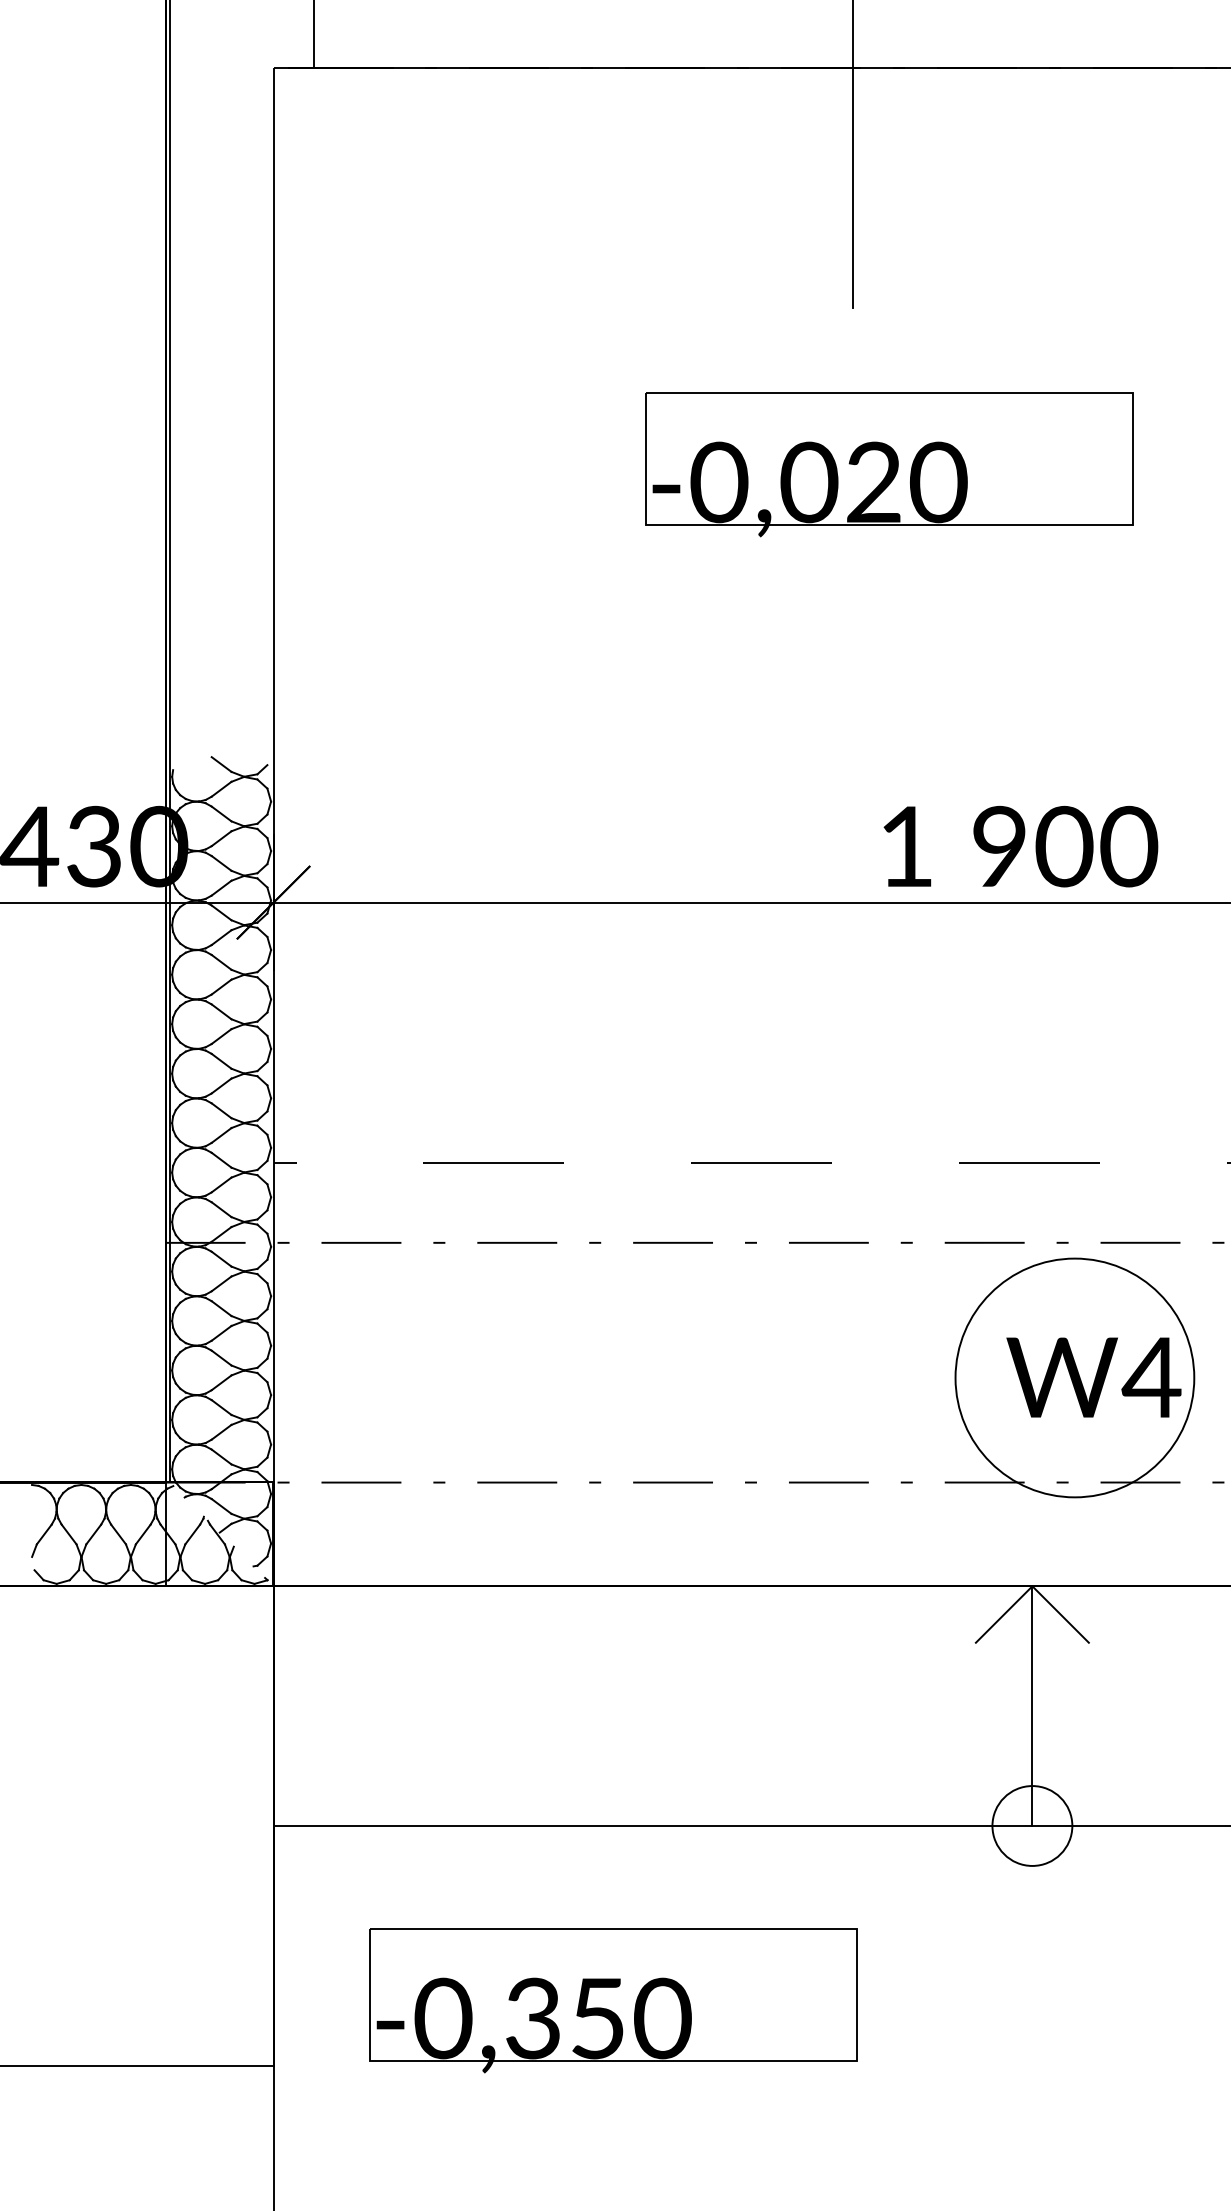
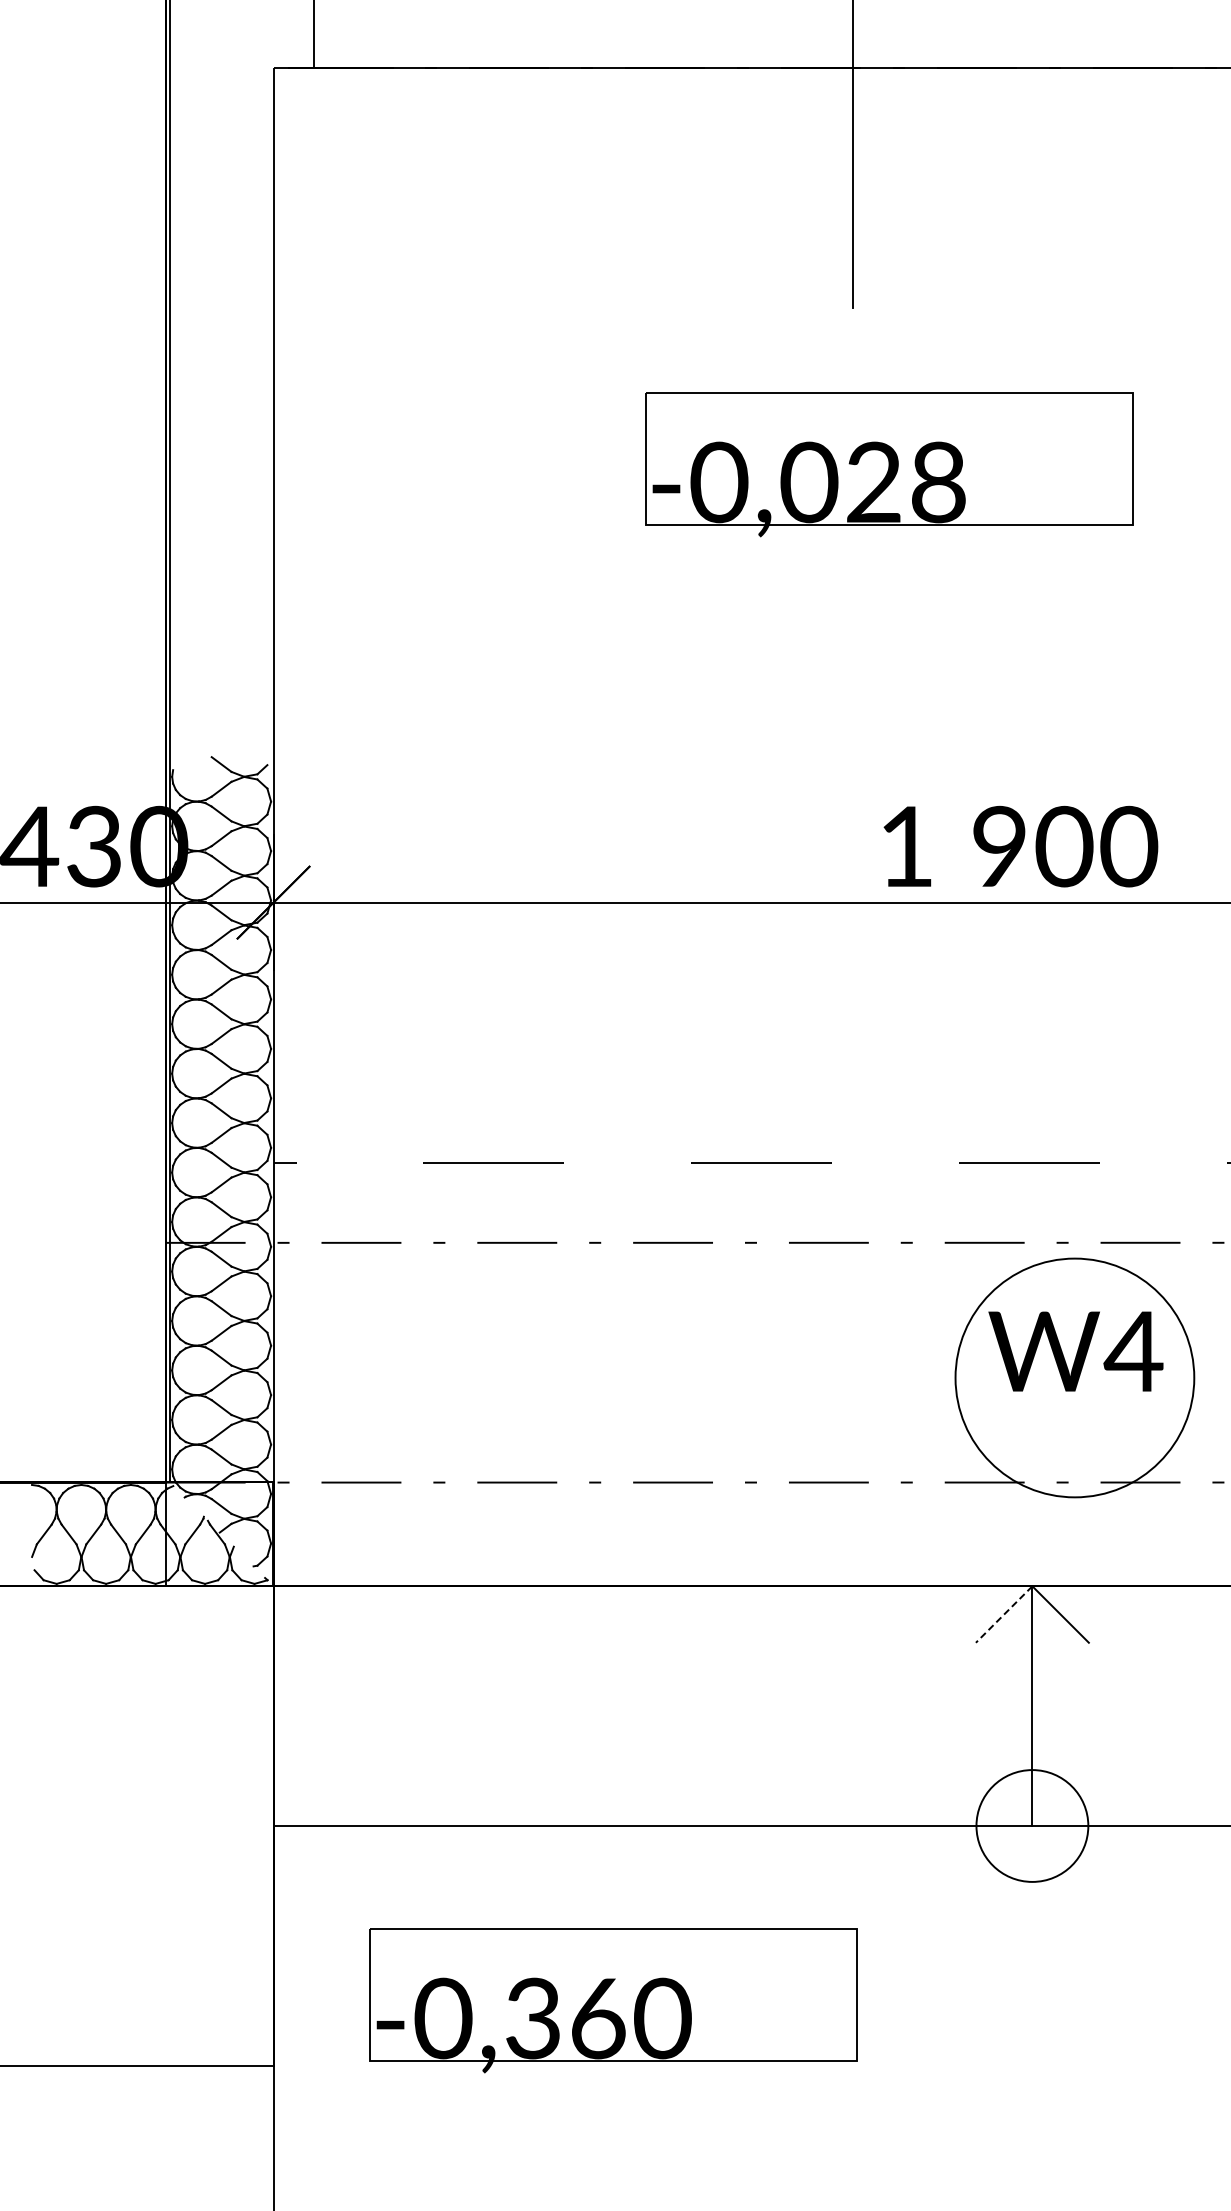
text at (938, 482): -0,020 -> -0,028
text at (1093, 1377) position: (1093, 1377) -> (1075, 1351)
line at (1004, 1614): solid -> dashed
circle at (1032, 1825) diameter: 80 px -> 112 px
text at (598, 2018): -0,350 -> -0,360
